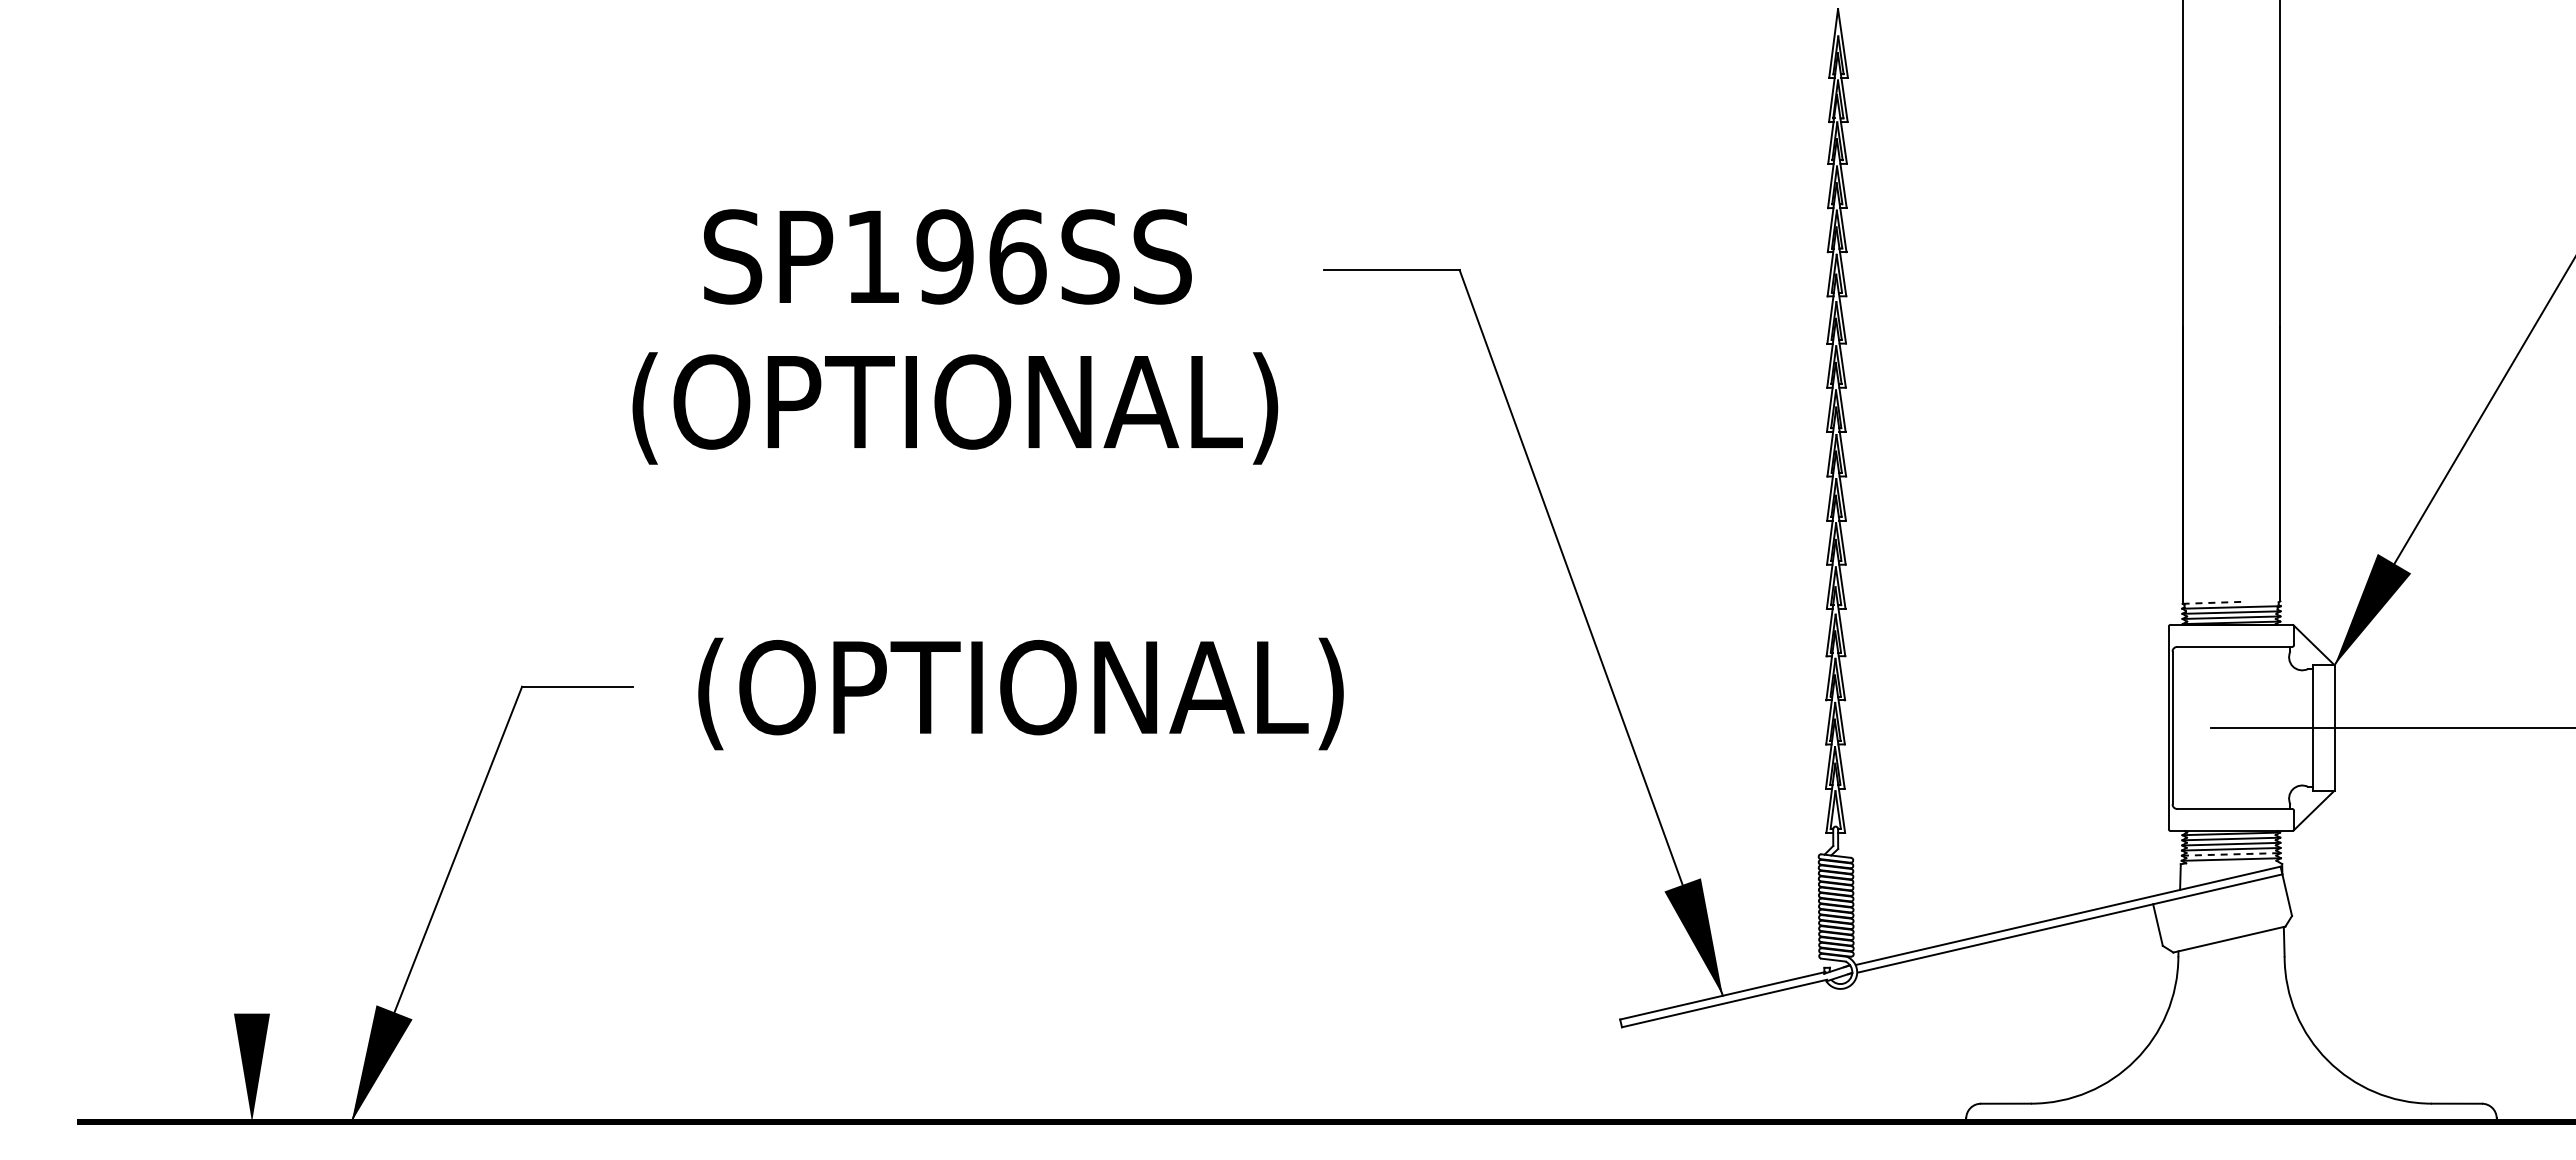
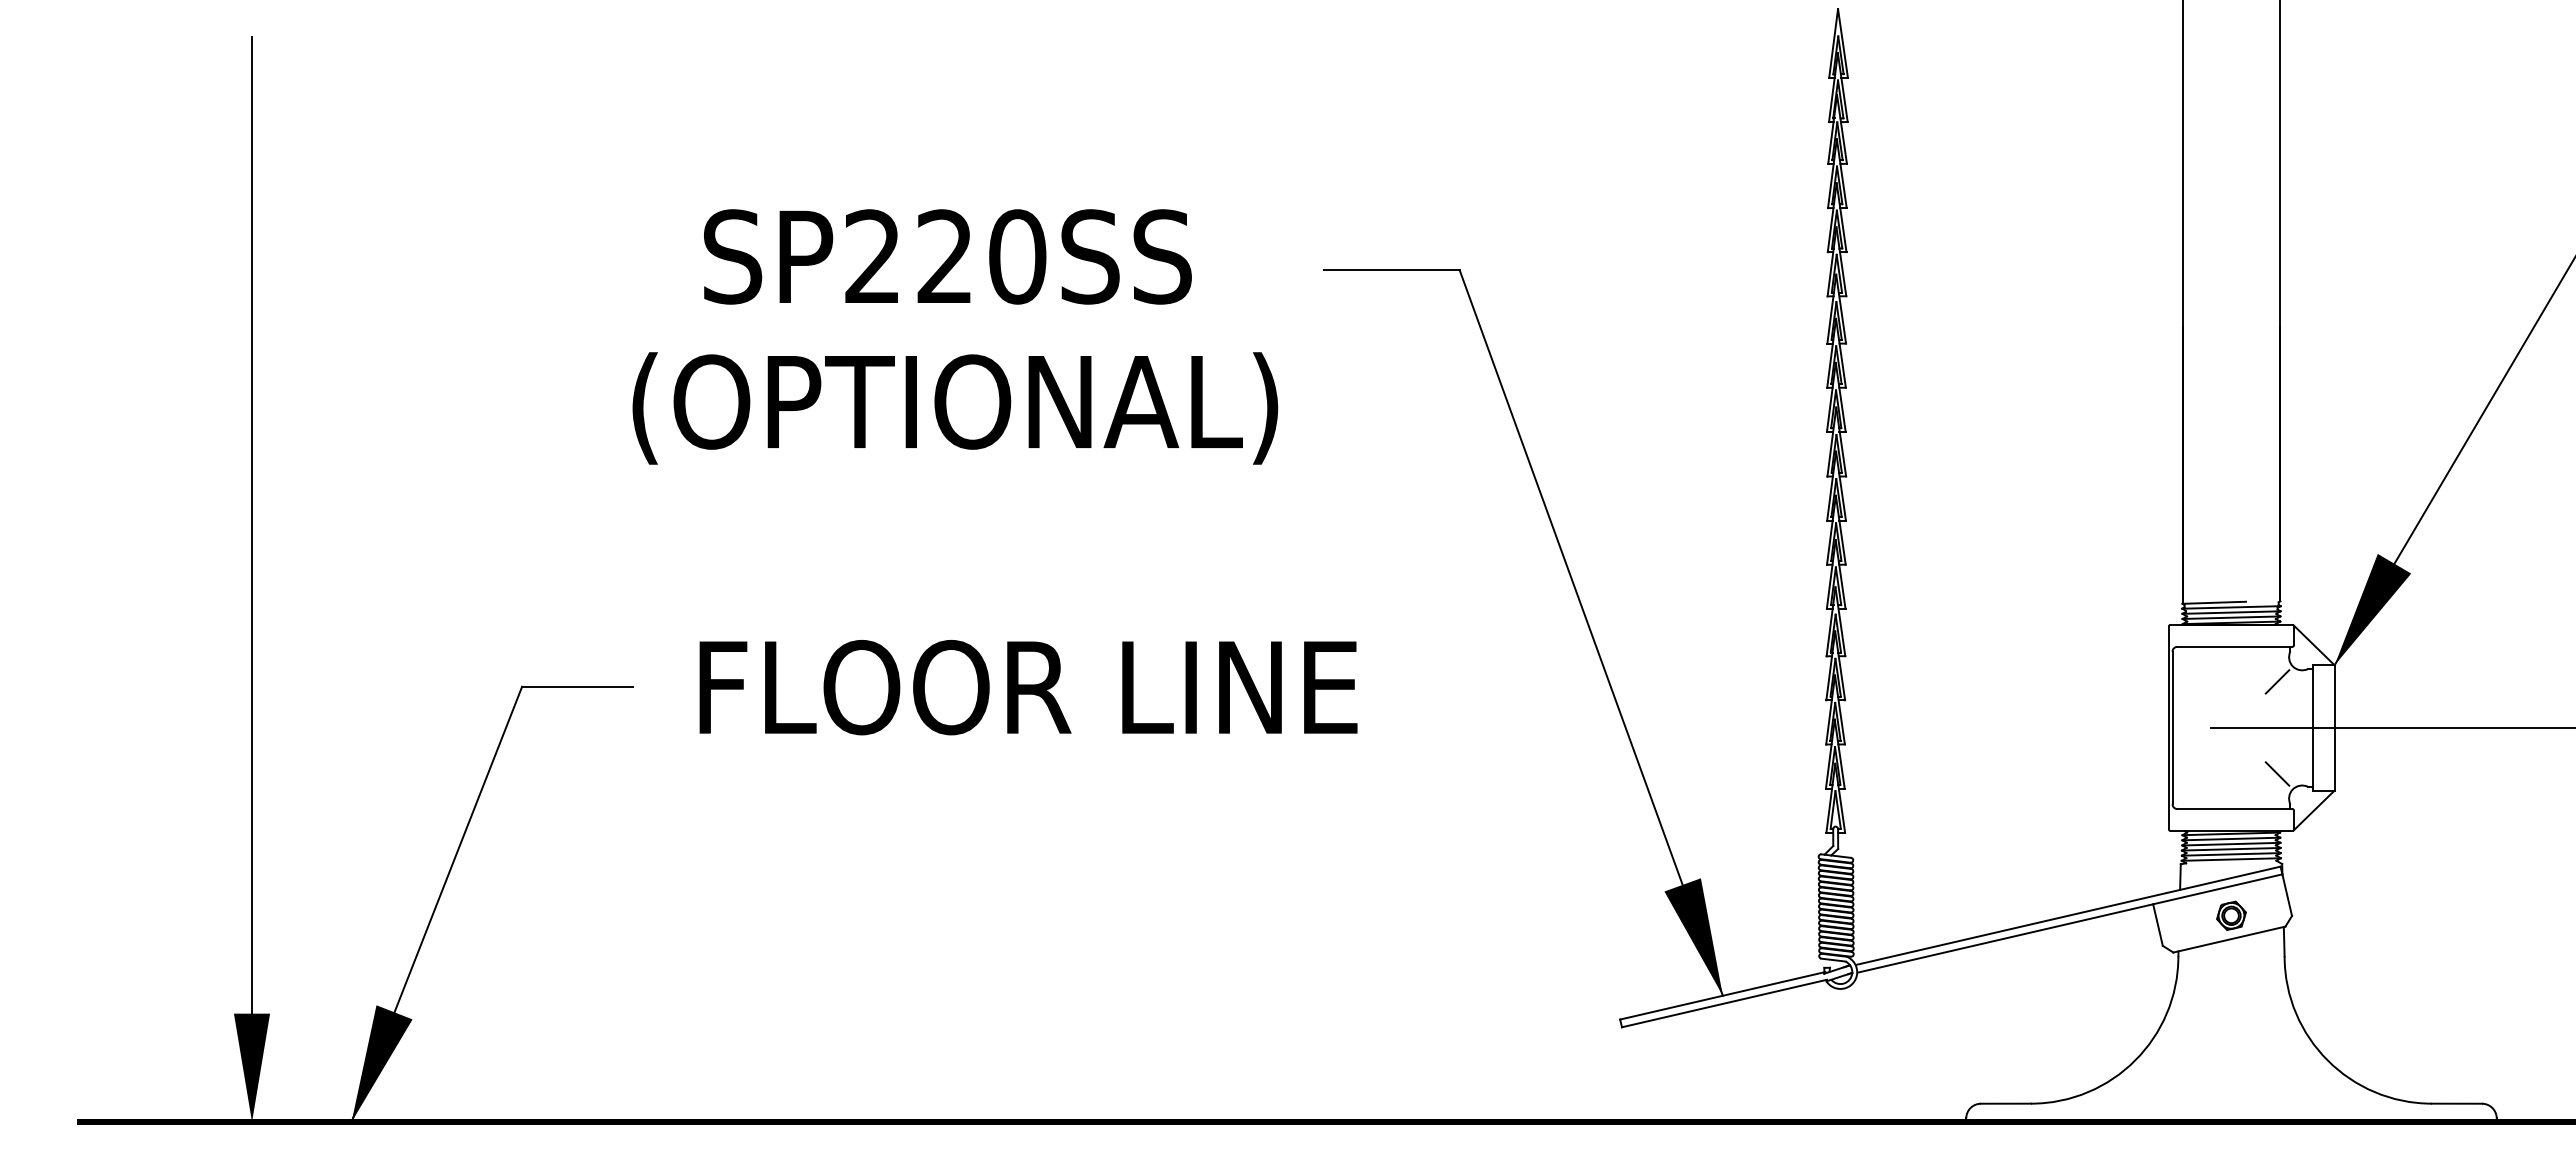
text at (945, 256): SP196SS -> SP220SS
line at (252, 524): none -> present
line at (2214, 602): dashed -> solid
line at (2277, 681): none -> present
text at (1027, 693): (OPTIONAL) -> FLOOR LINE
line at (2277, 773): none -> present
line at (2231, 854): dashed -> solid
part at (2231, 915): none -> present
